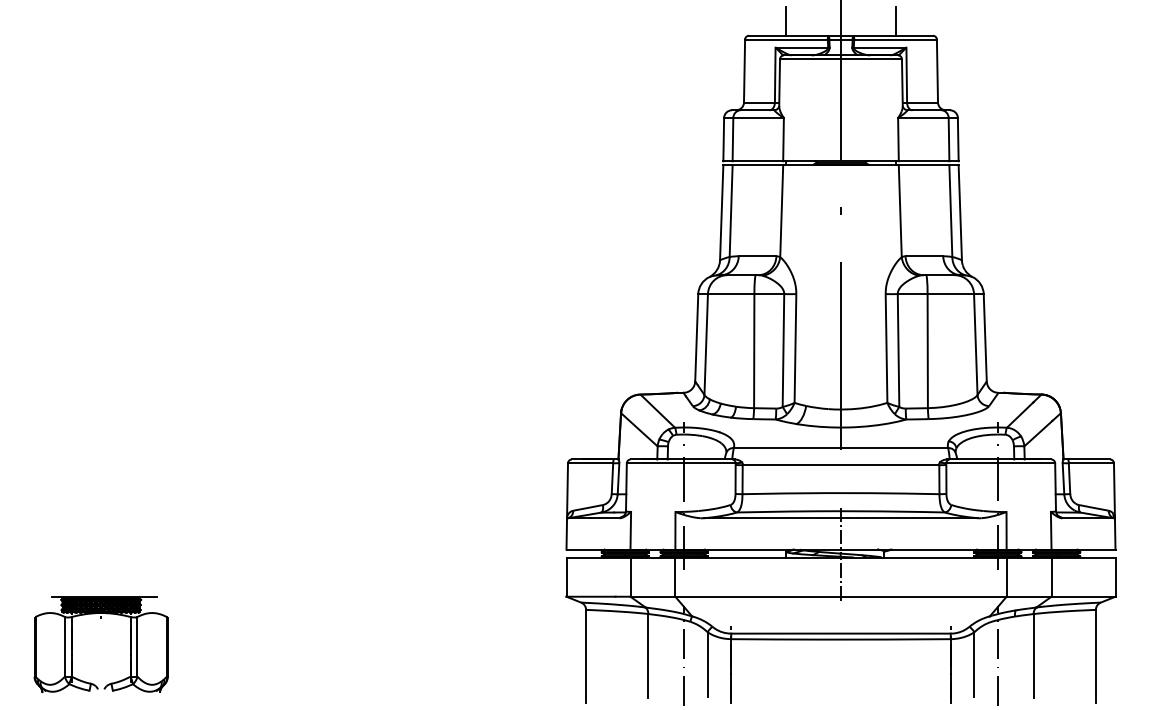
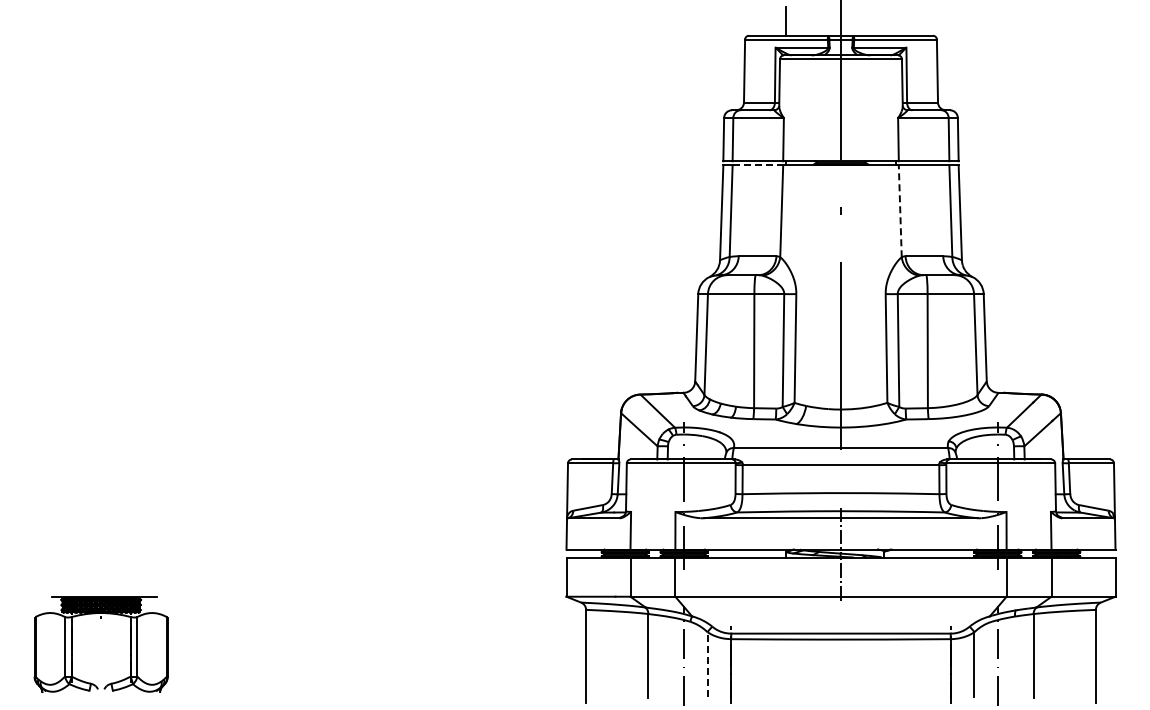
line at (895, 20): present -> none
line at (758, 165): solid -> dashed
line at (900, 211): solid -> dashed
line at (707, 664): solid -> dashed
